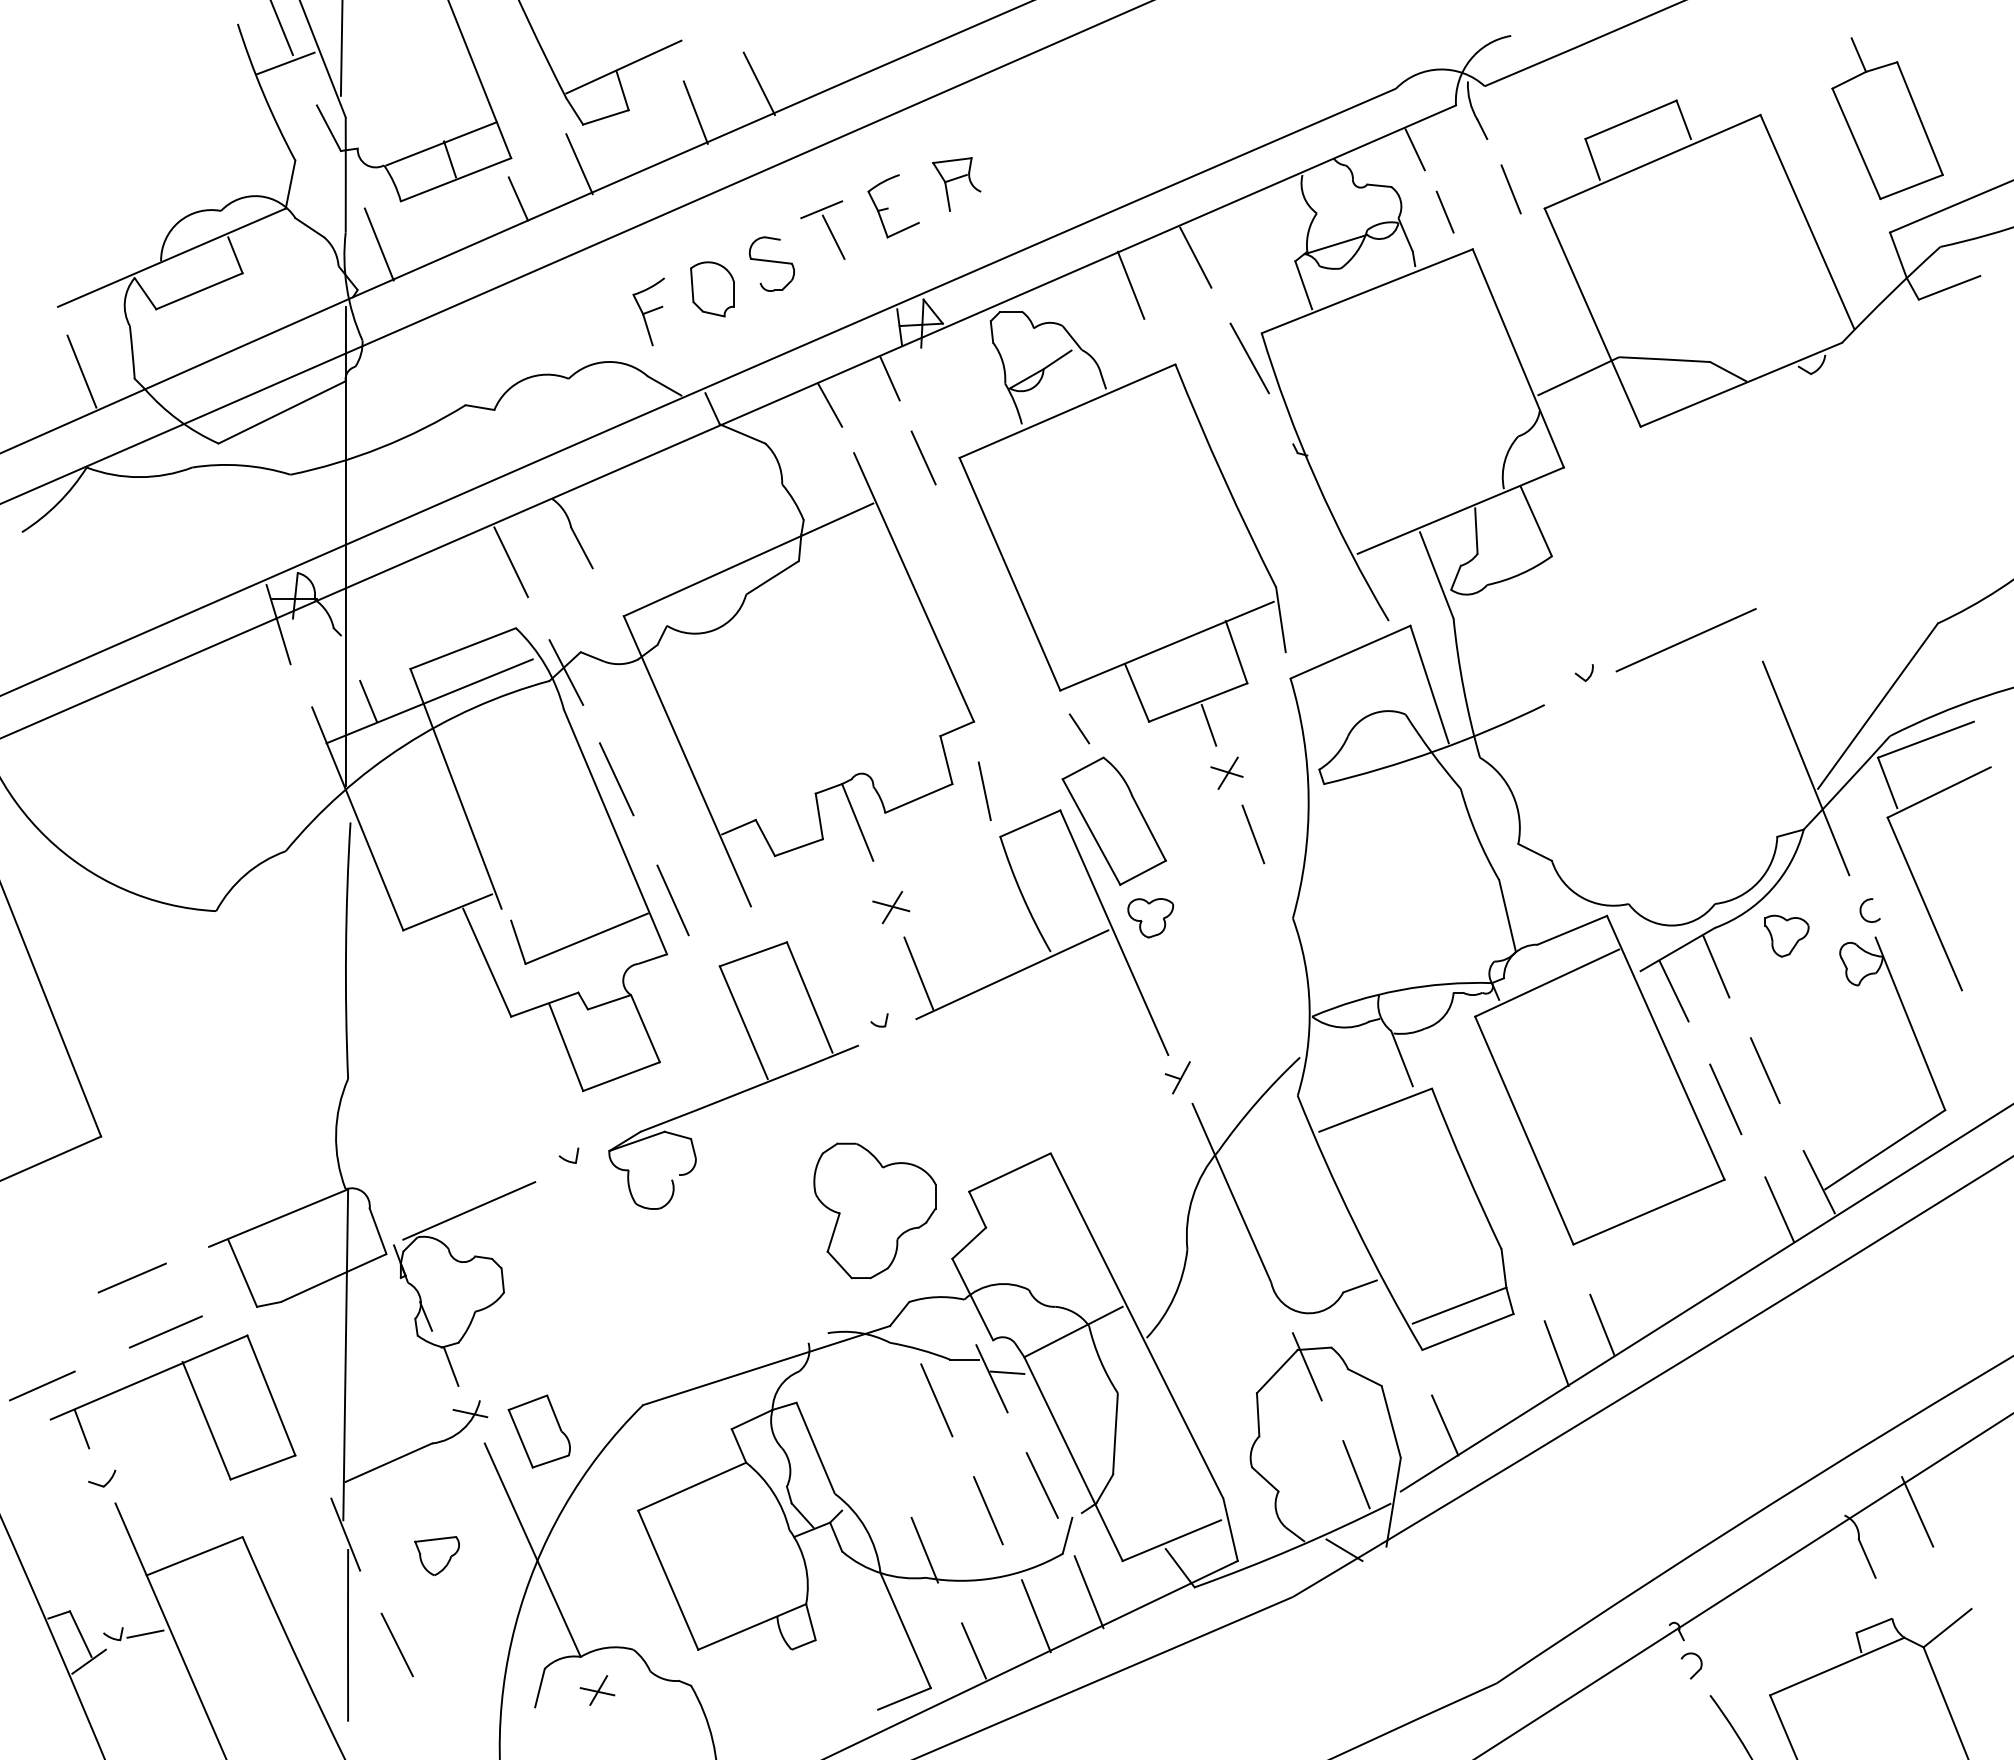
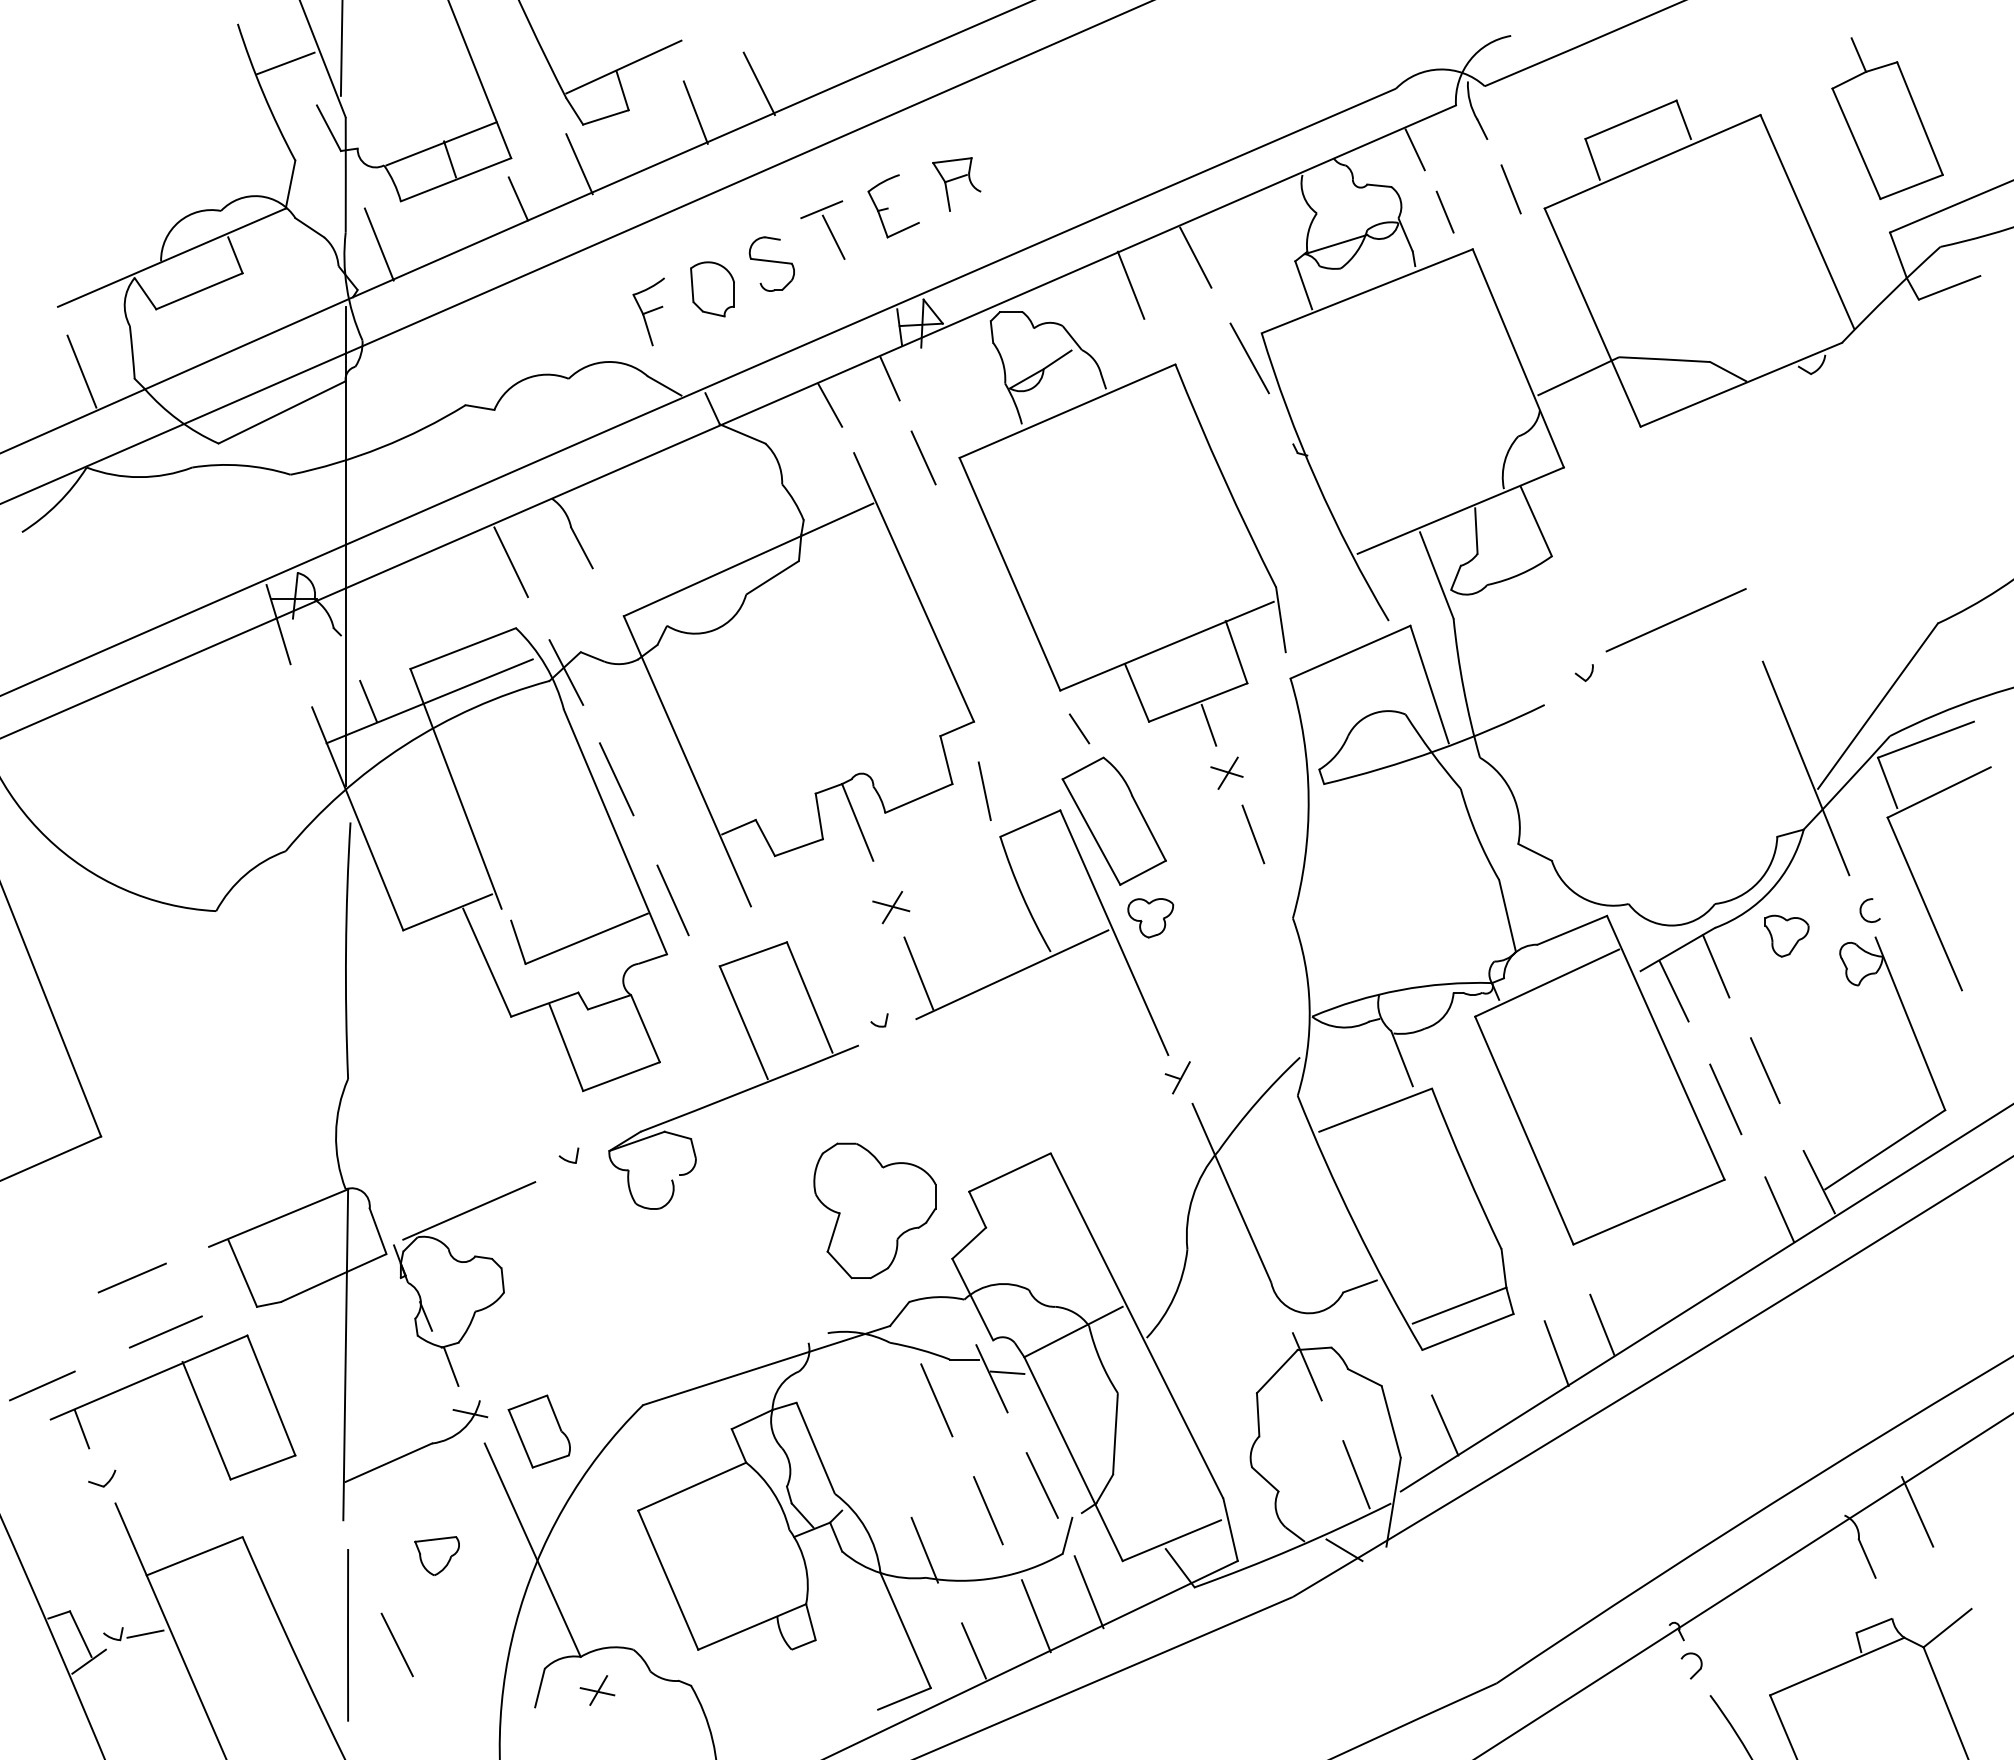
line at (281, 28): present -> none
line at (1685, 640) position: (1685, 640) -> (1675, 620)
line at (345, 1534): present -> none
